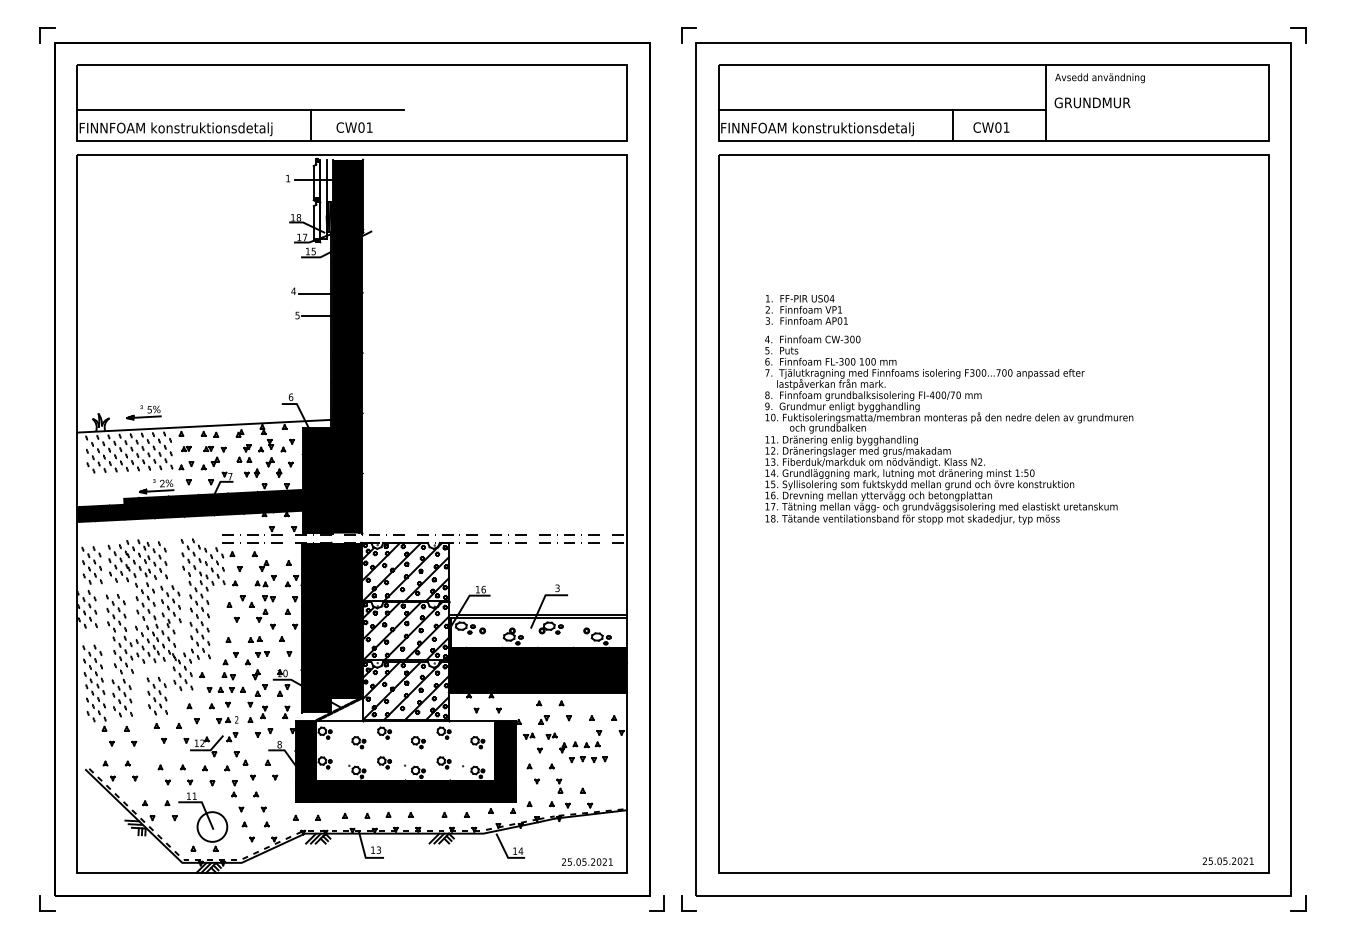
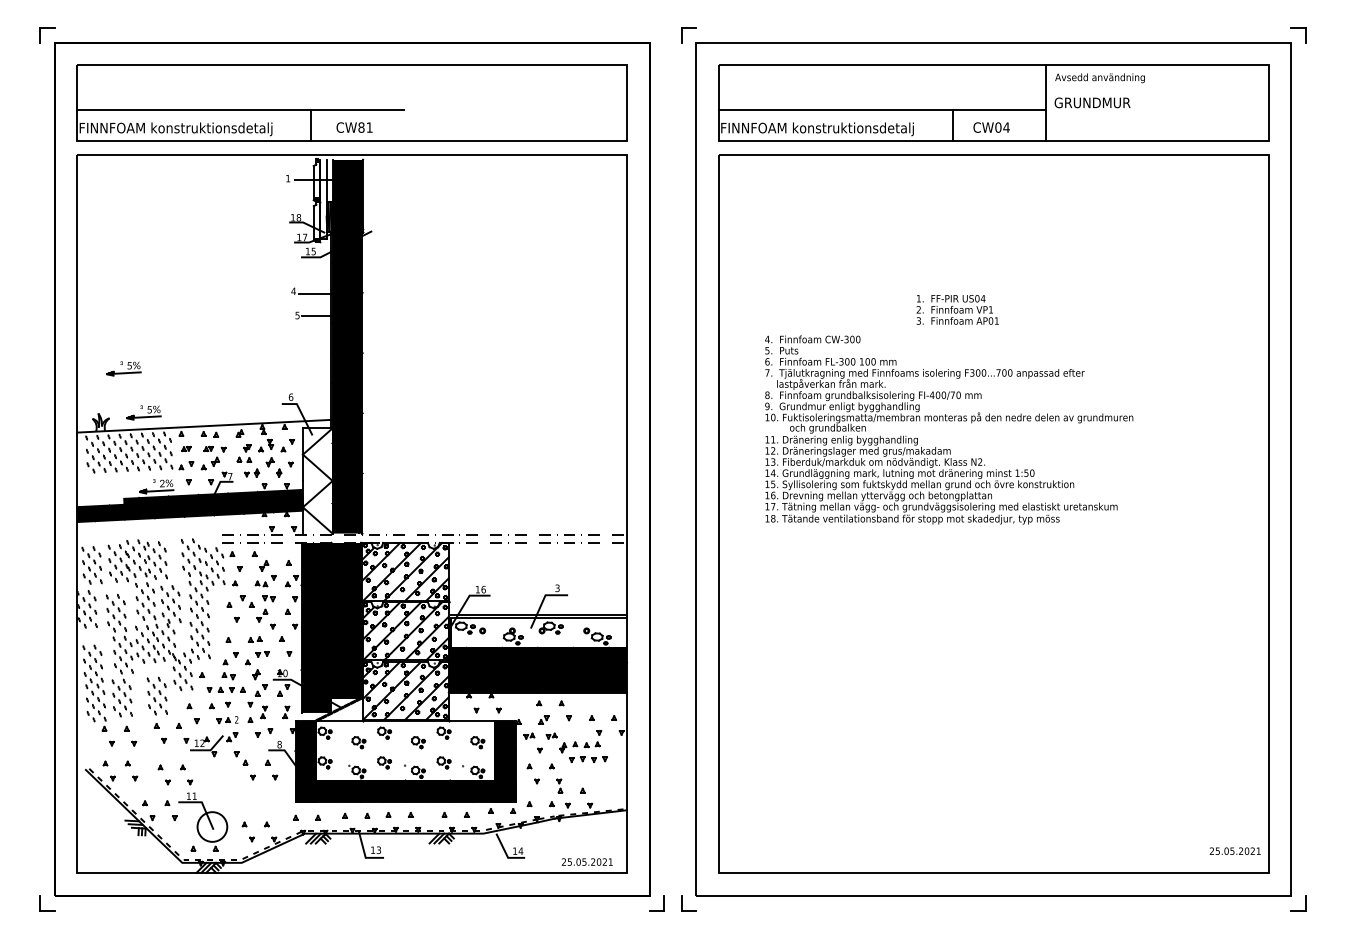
text at (361, 127): CW01 -> CW81
text at (1006, 127): CW01 -> CW04
text at (806, 309) position: (806, 309) -> (957, 309)
part at (123, 368): none -> present
fill at (317, 480): present -> none
part at (234, 788): present -> none
text at (1227, 860) position: (1227, 860) -> (1234, 850)
